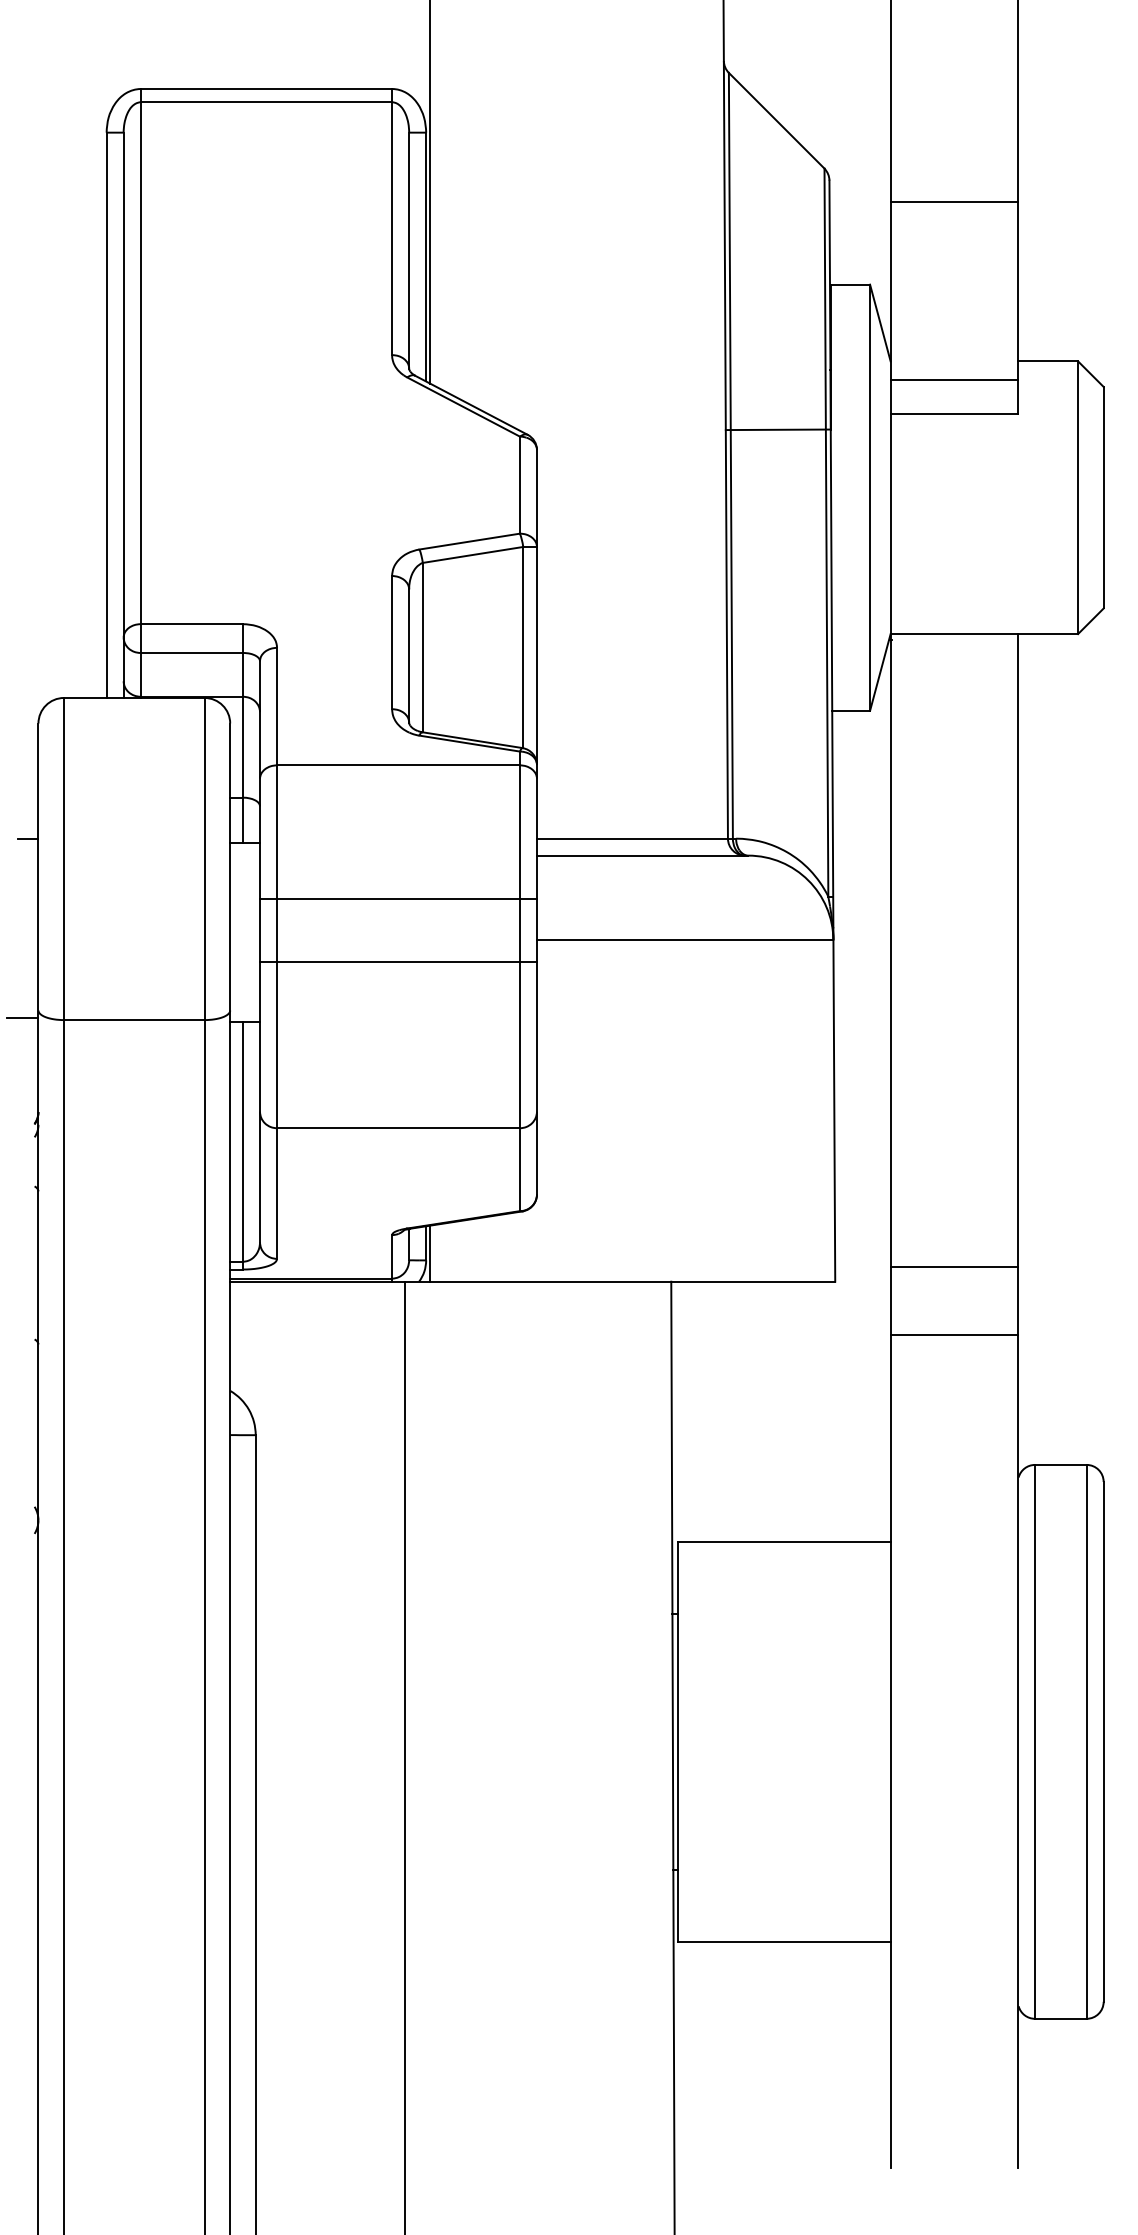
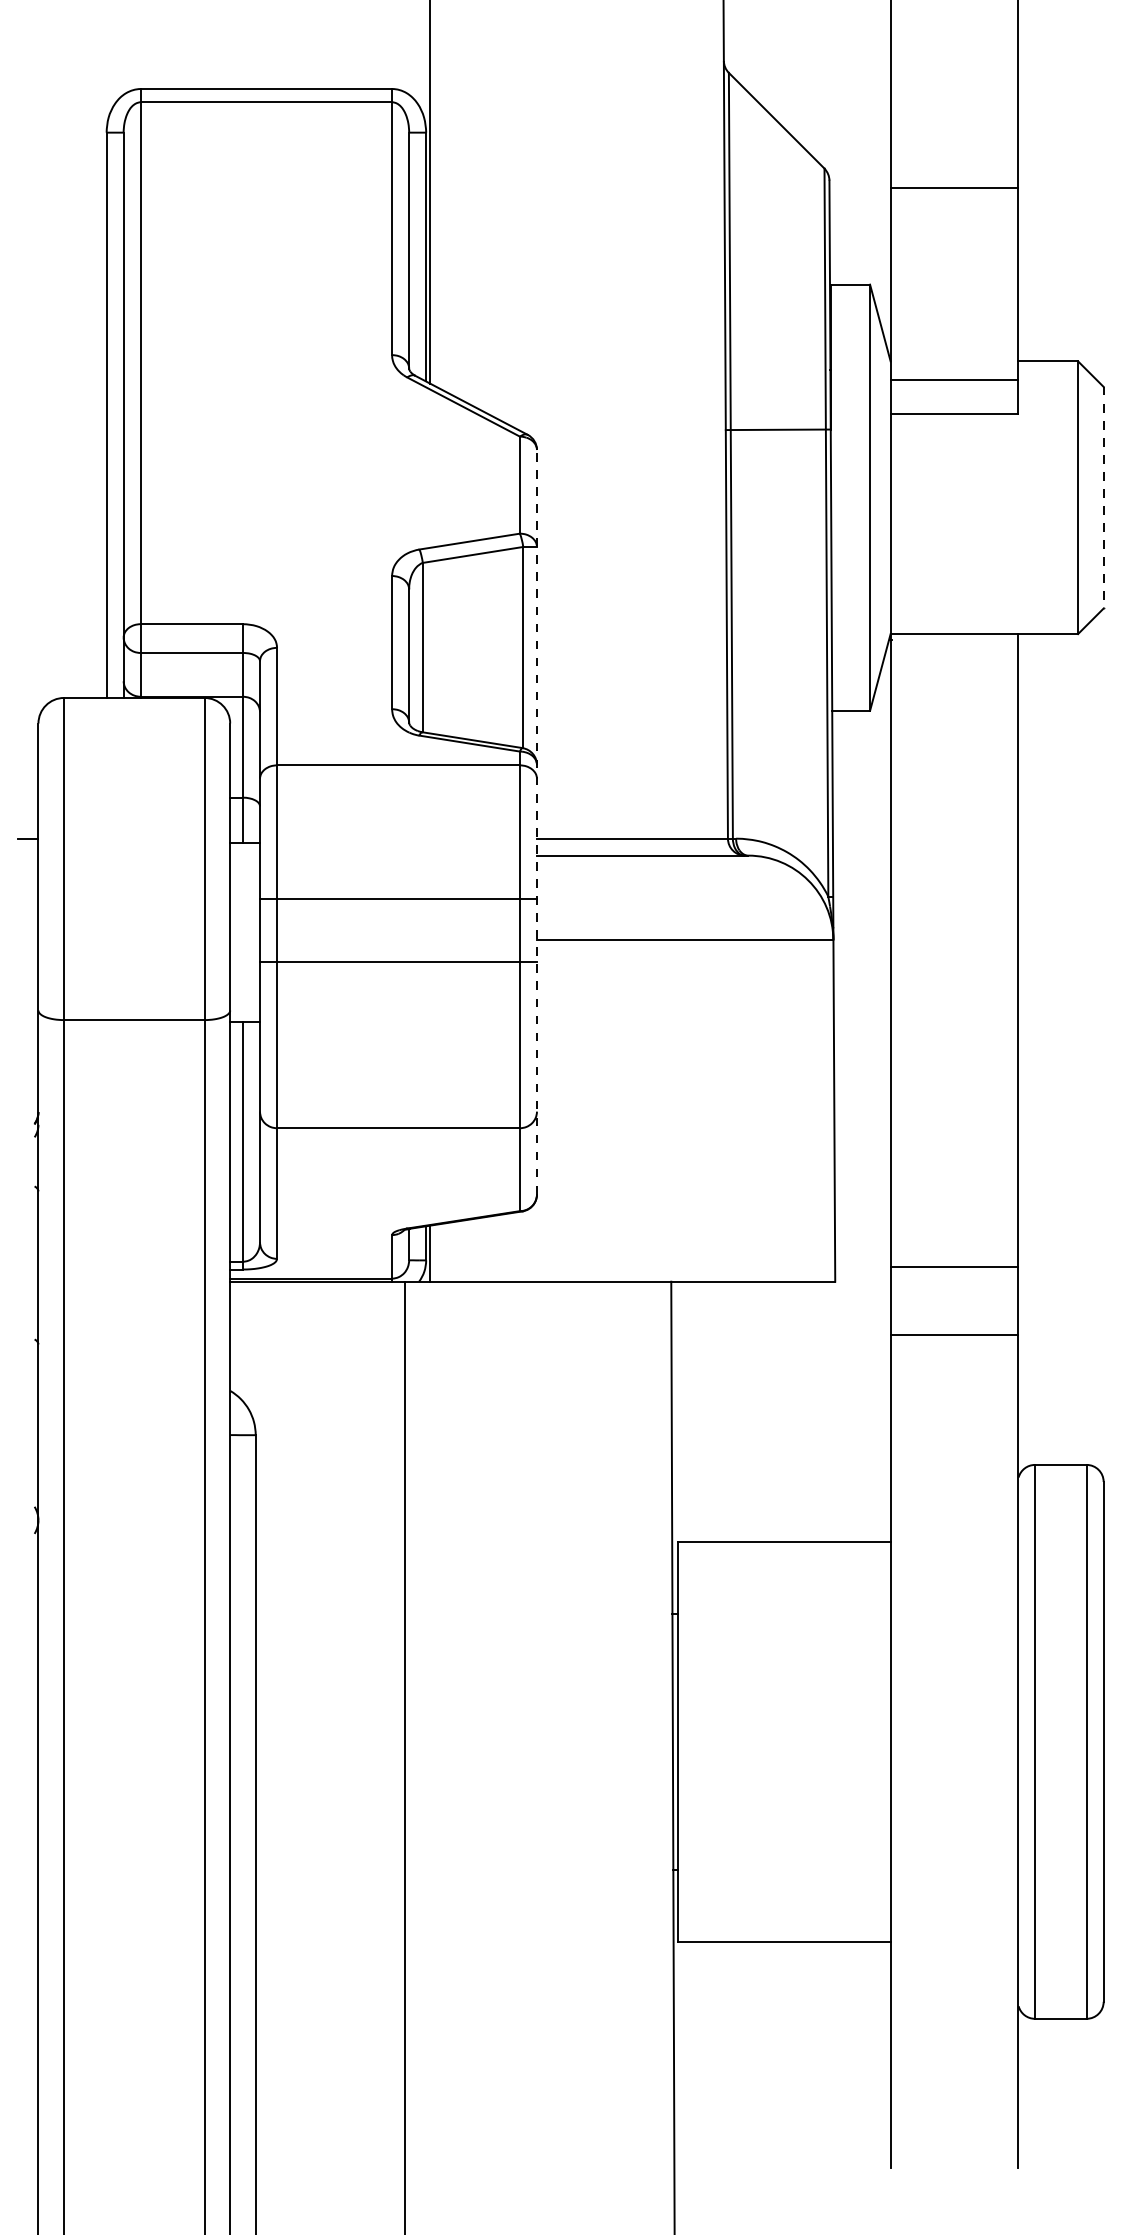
line at (954, 202) position: (954, 202) -> (954, 188)
line at (1103, 497): solid -> dashed
line at (536, 821): solid -> dashed
line at (22, 1017): present -> none
